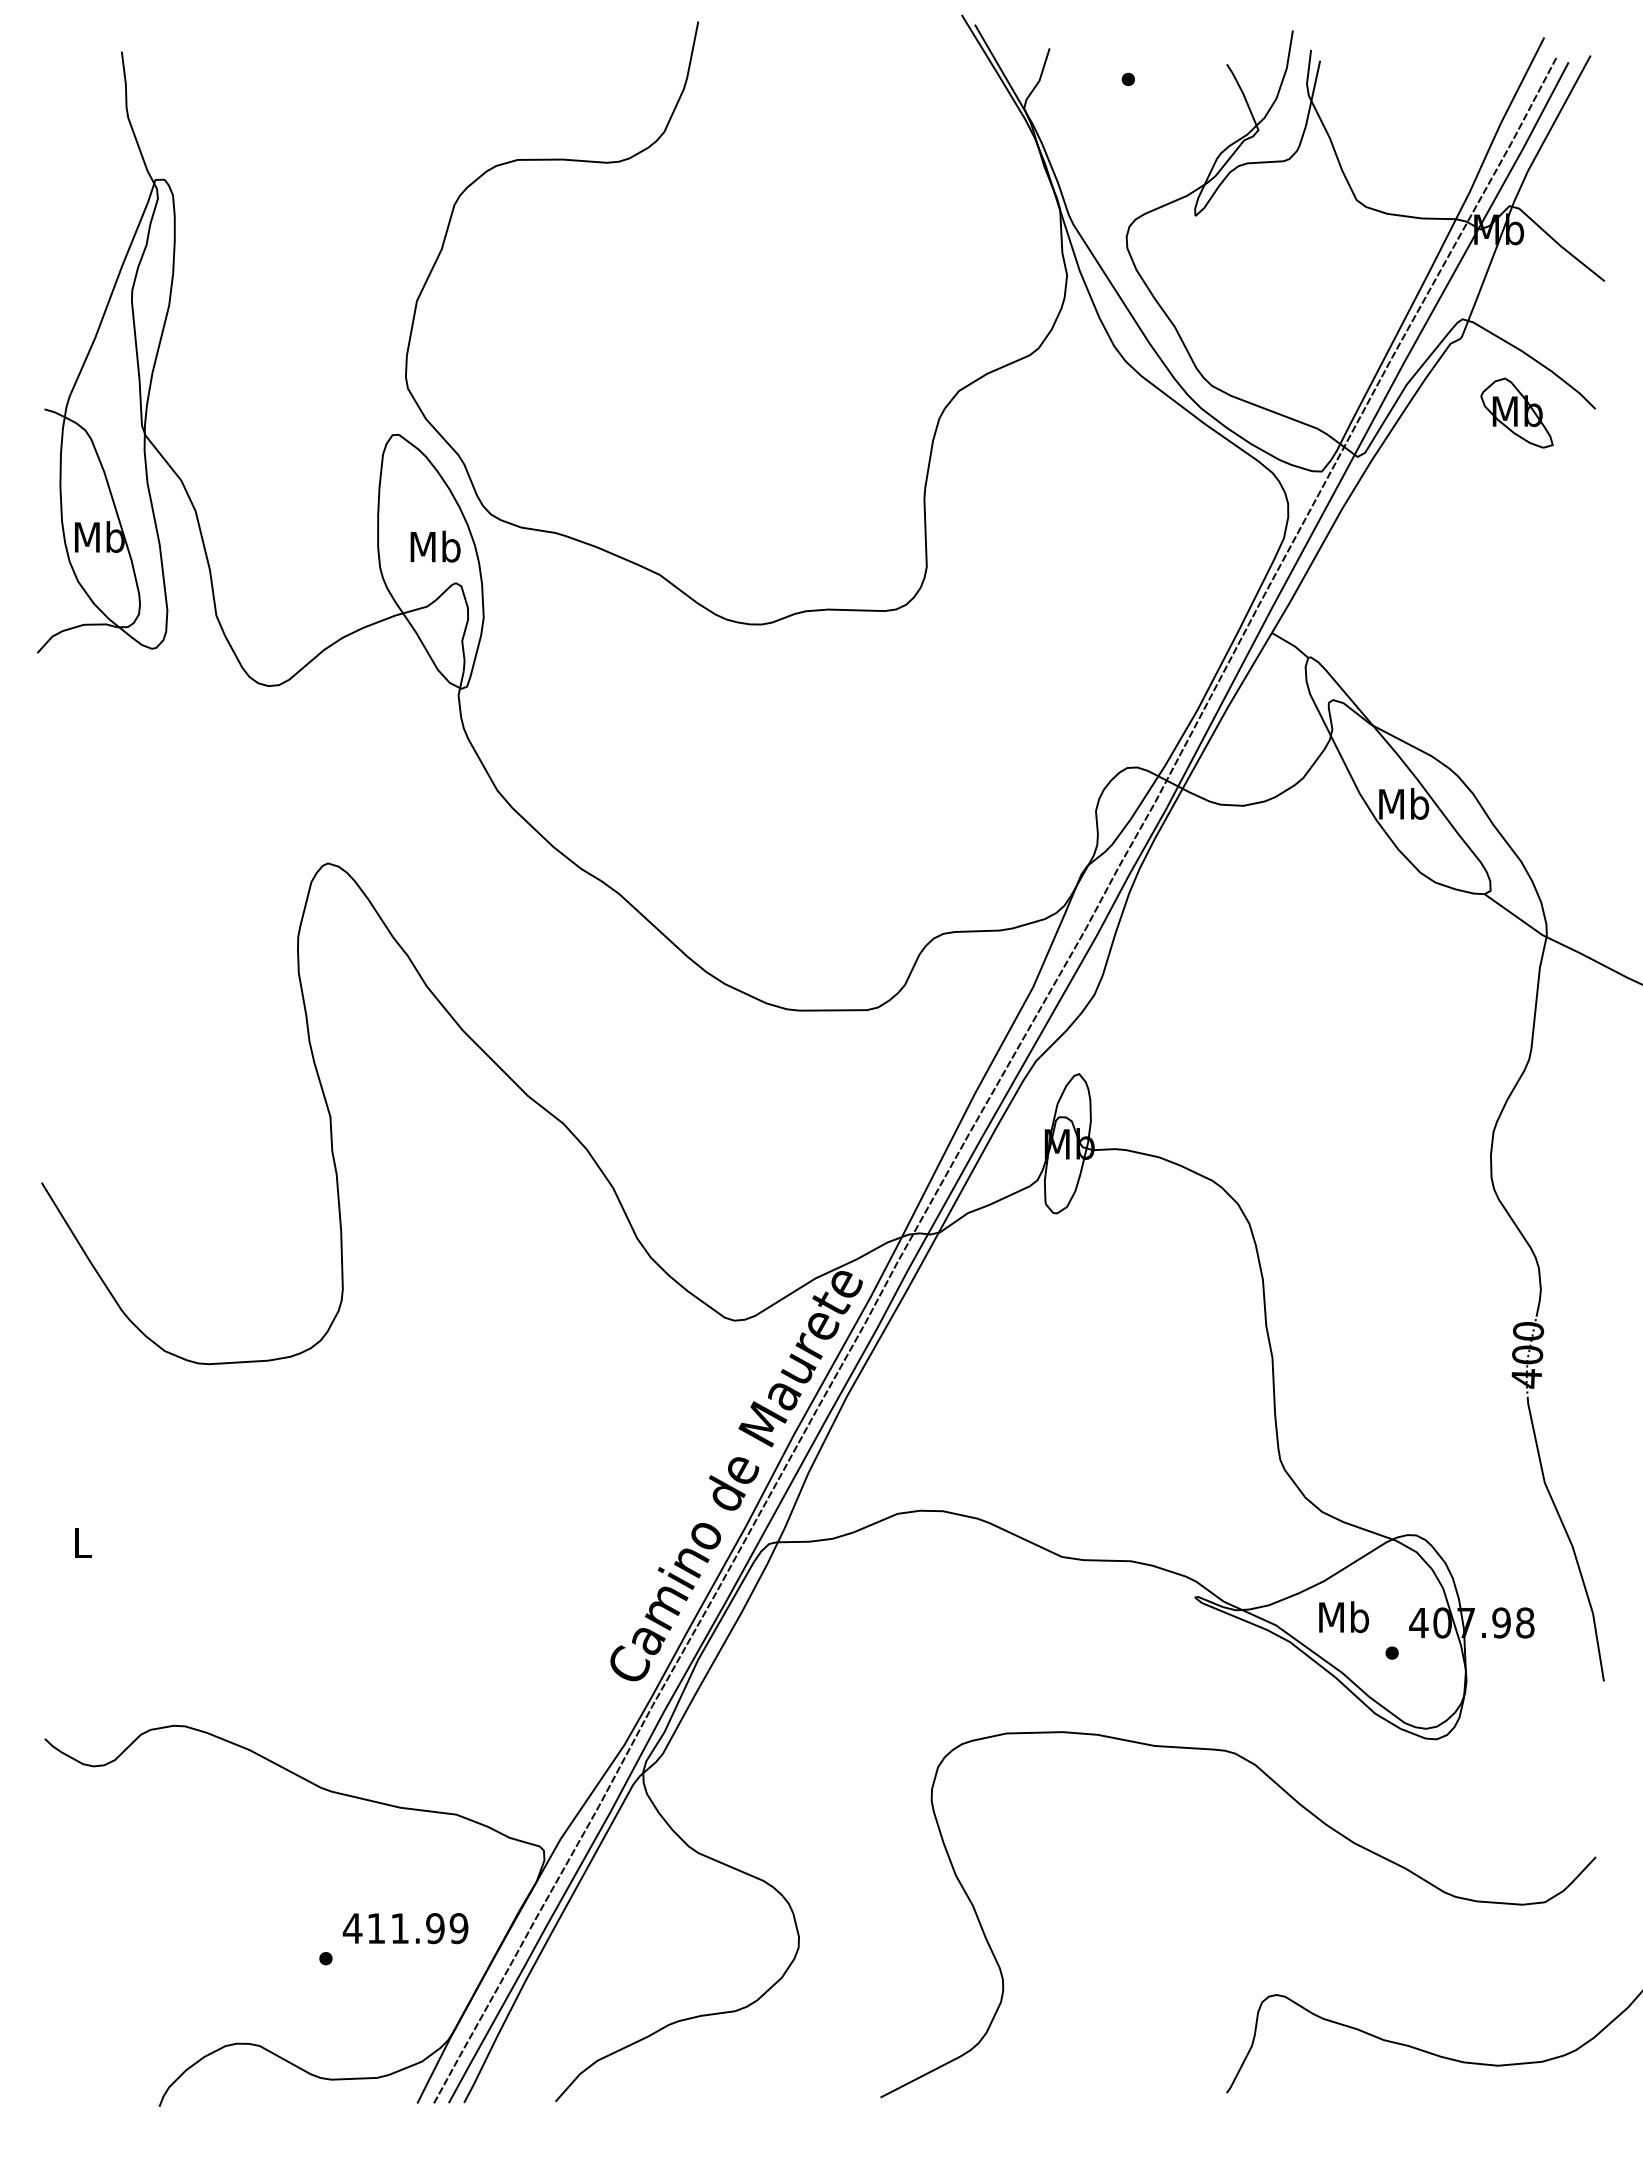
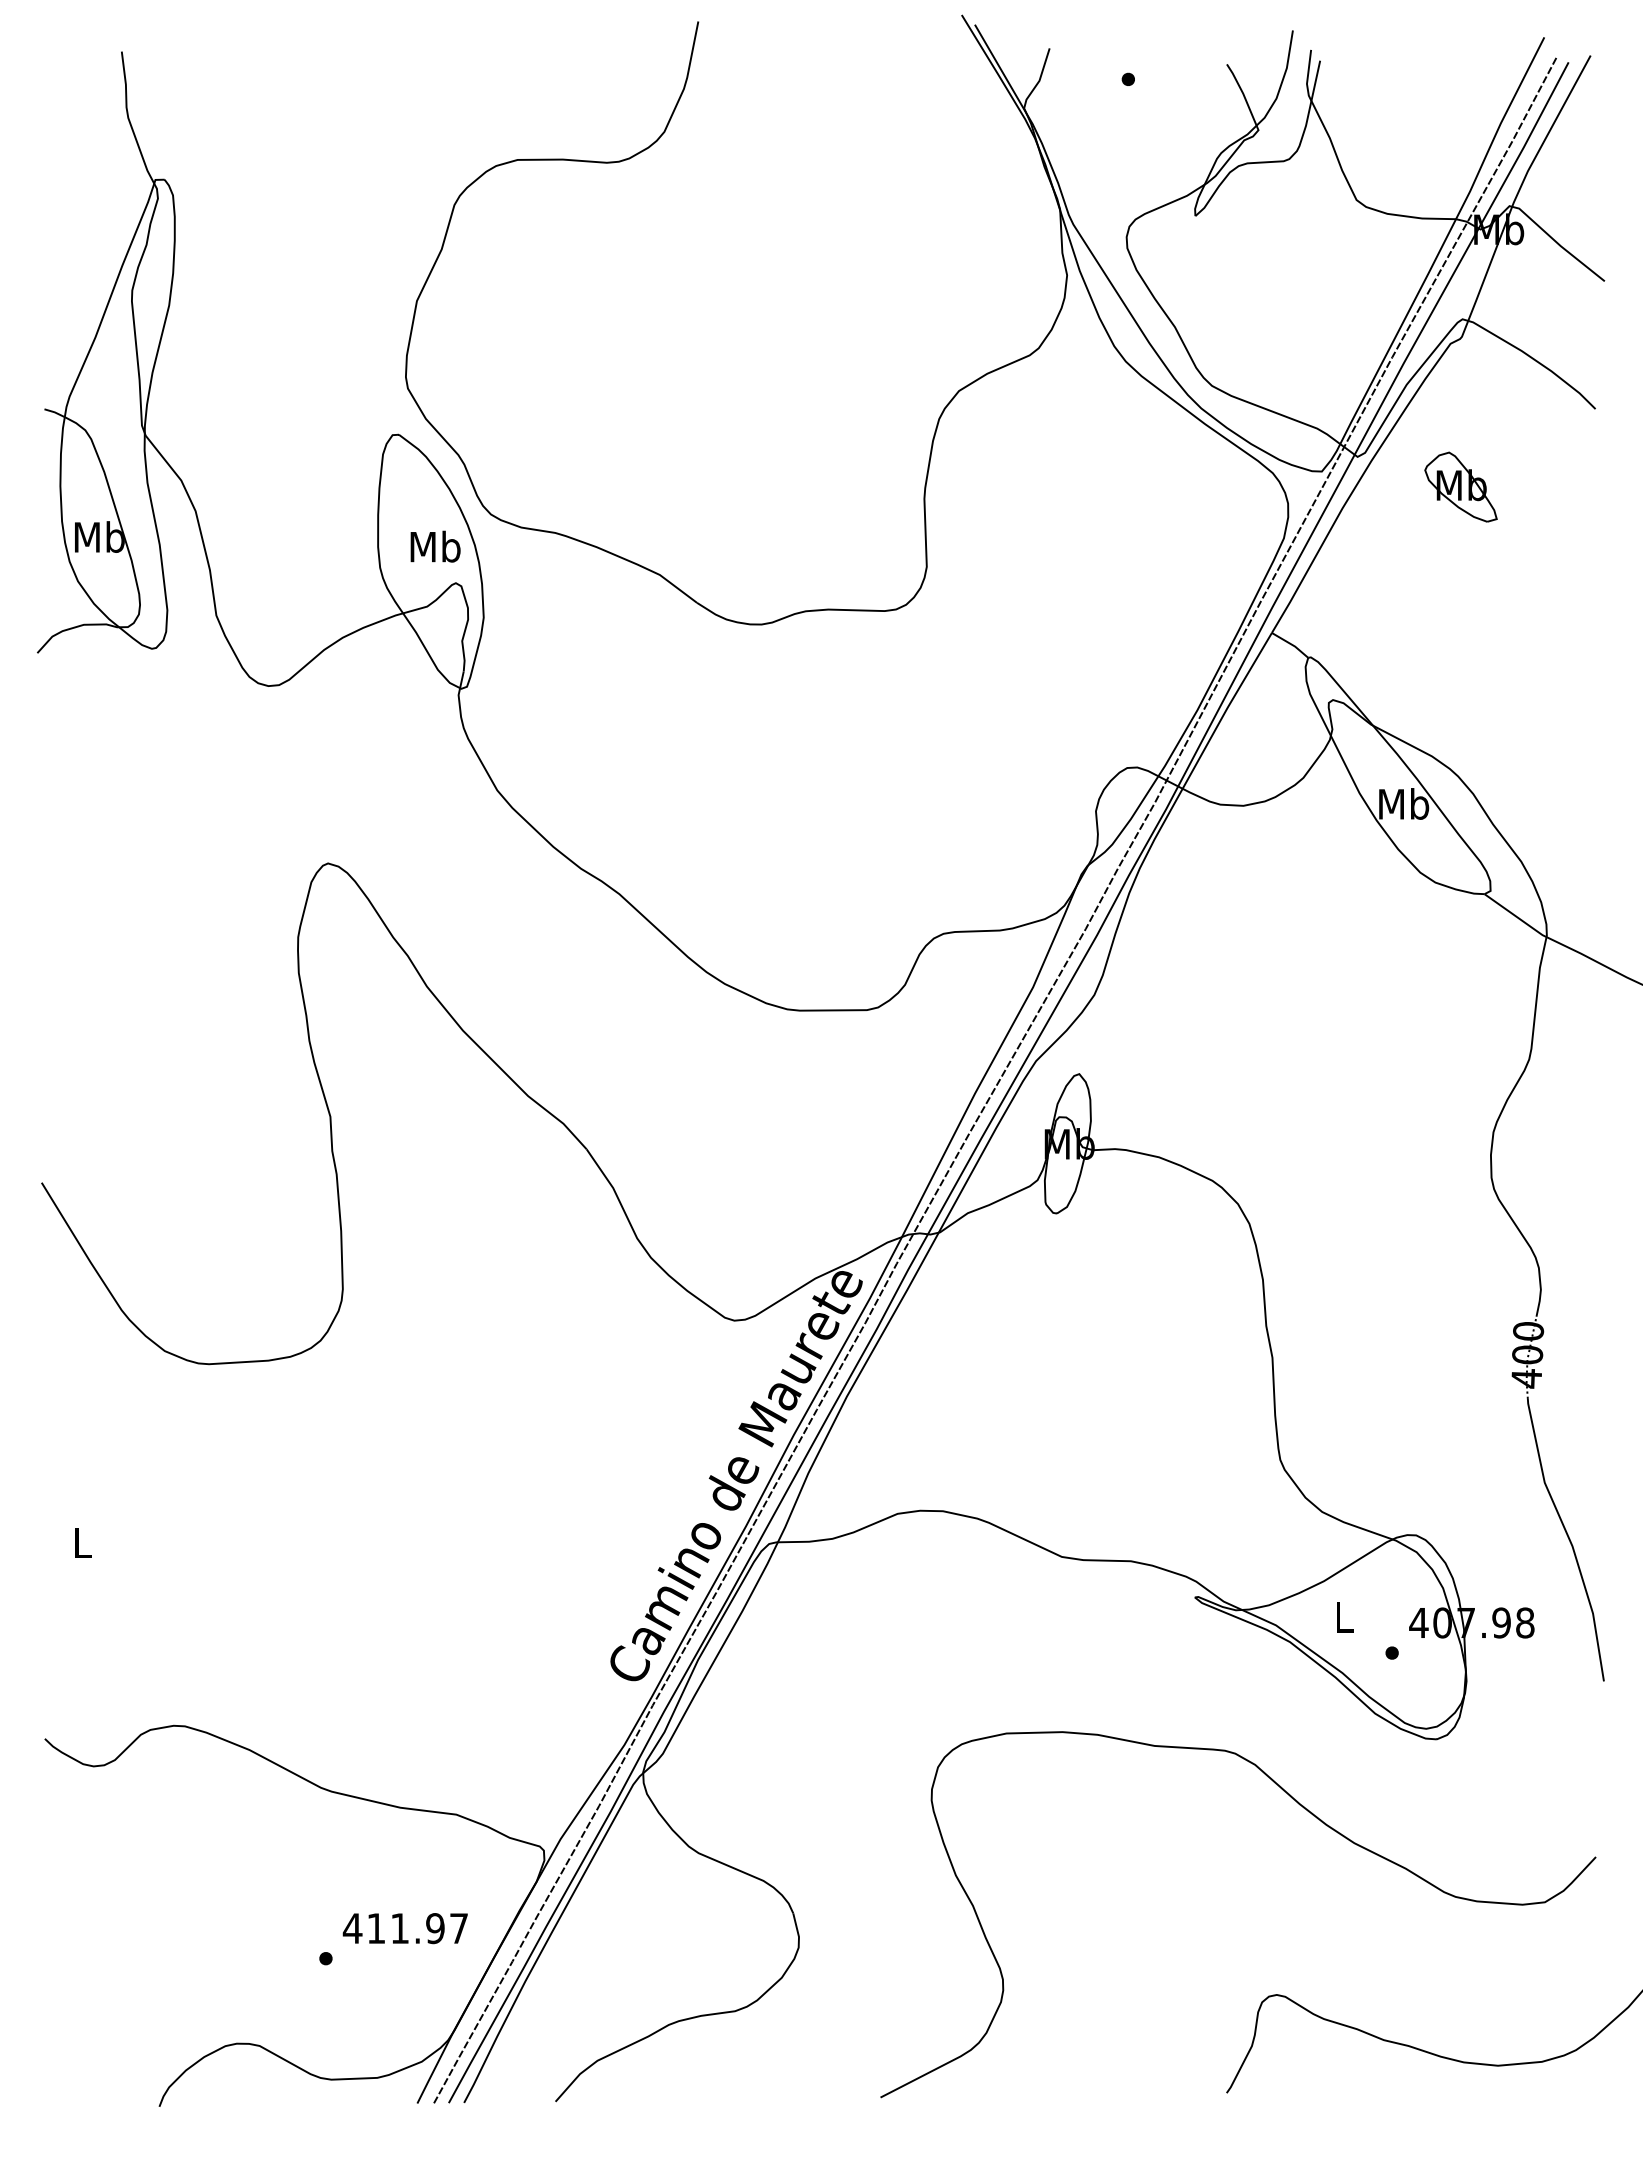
part at (1516, 412) position: (1516, 412) -> (1460, 486)
text at (1344, 1617): Mb -> L
text at (458, 1928): 411.99 -> 411.97
